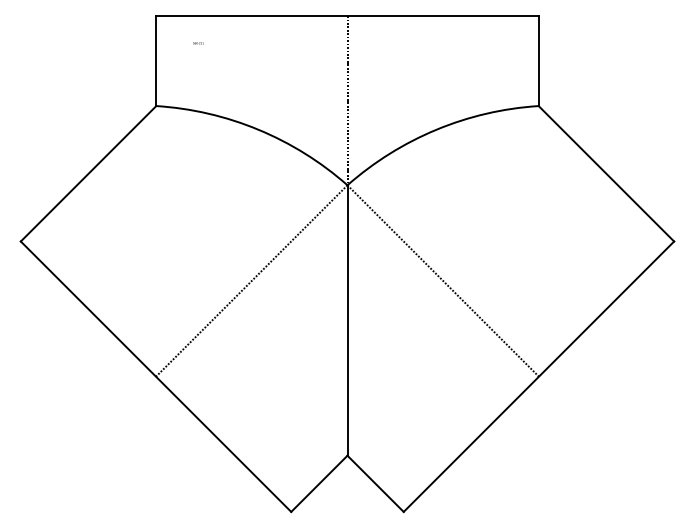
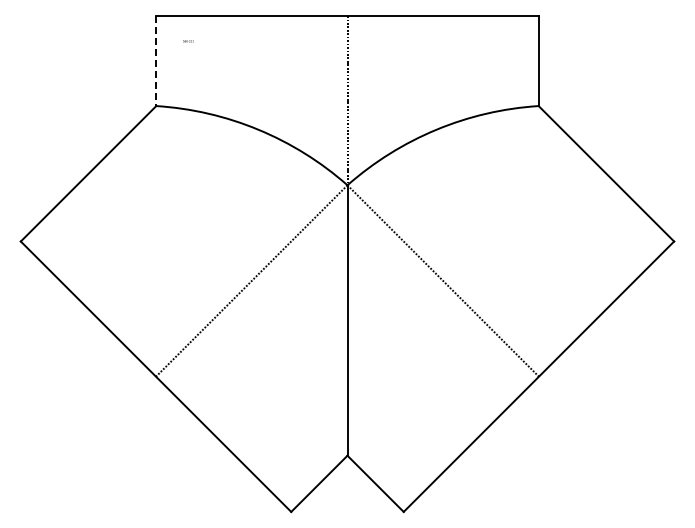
text at (198, 43) position: (198, 43) -> (188, 41)
line at (156, 61): solid -> dashed
